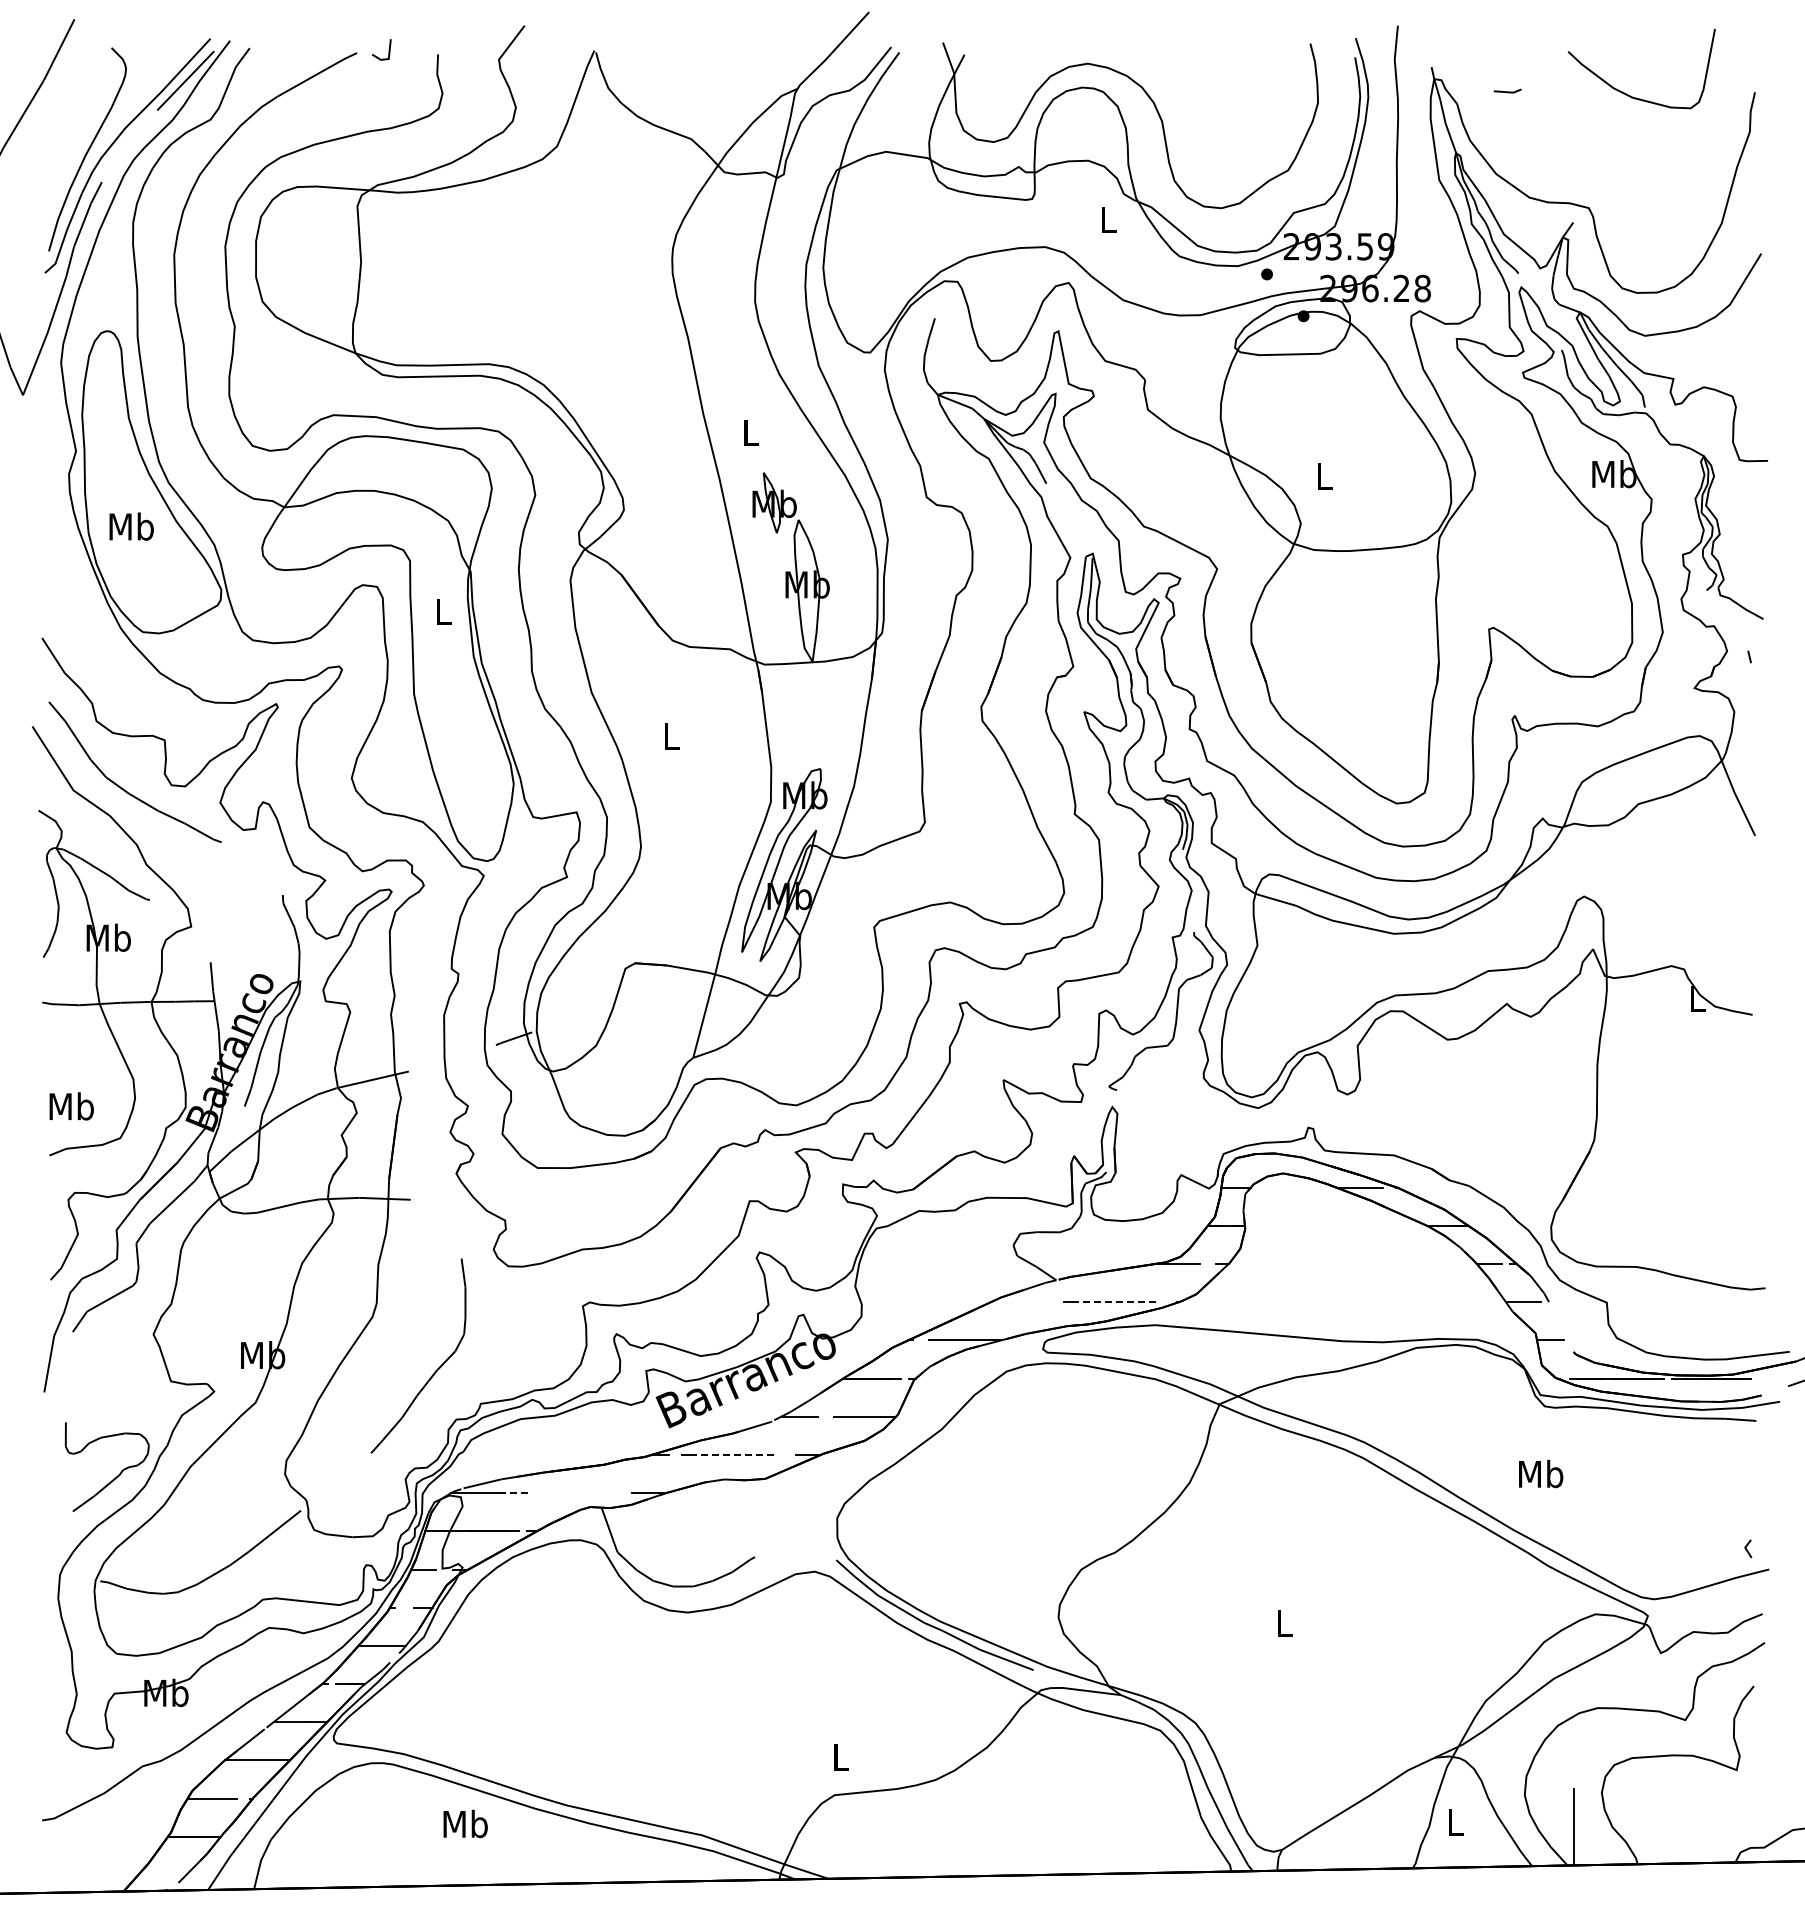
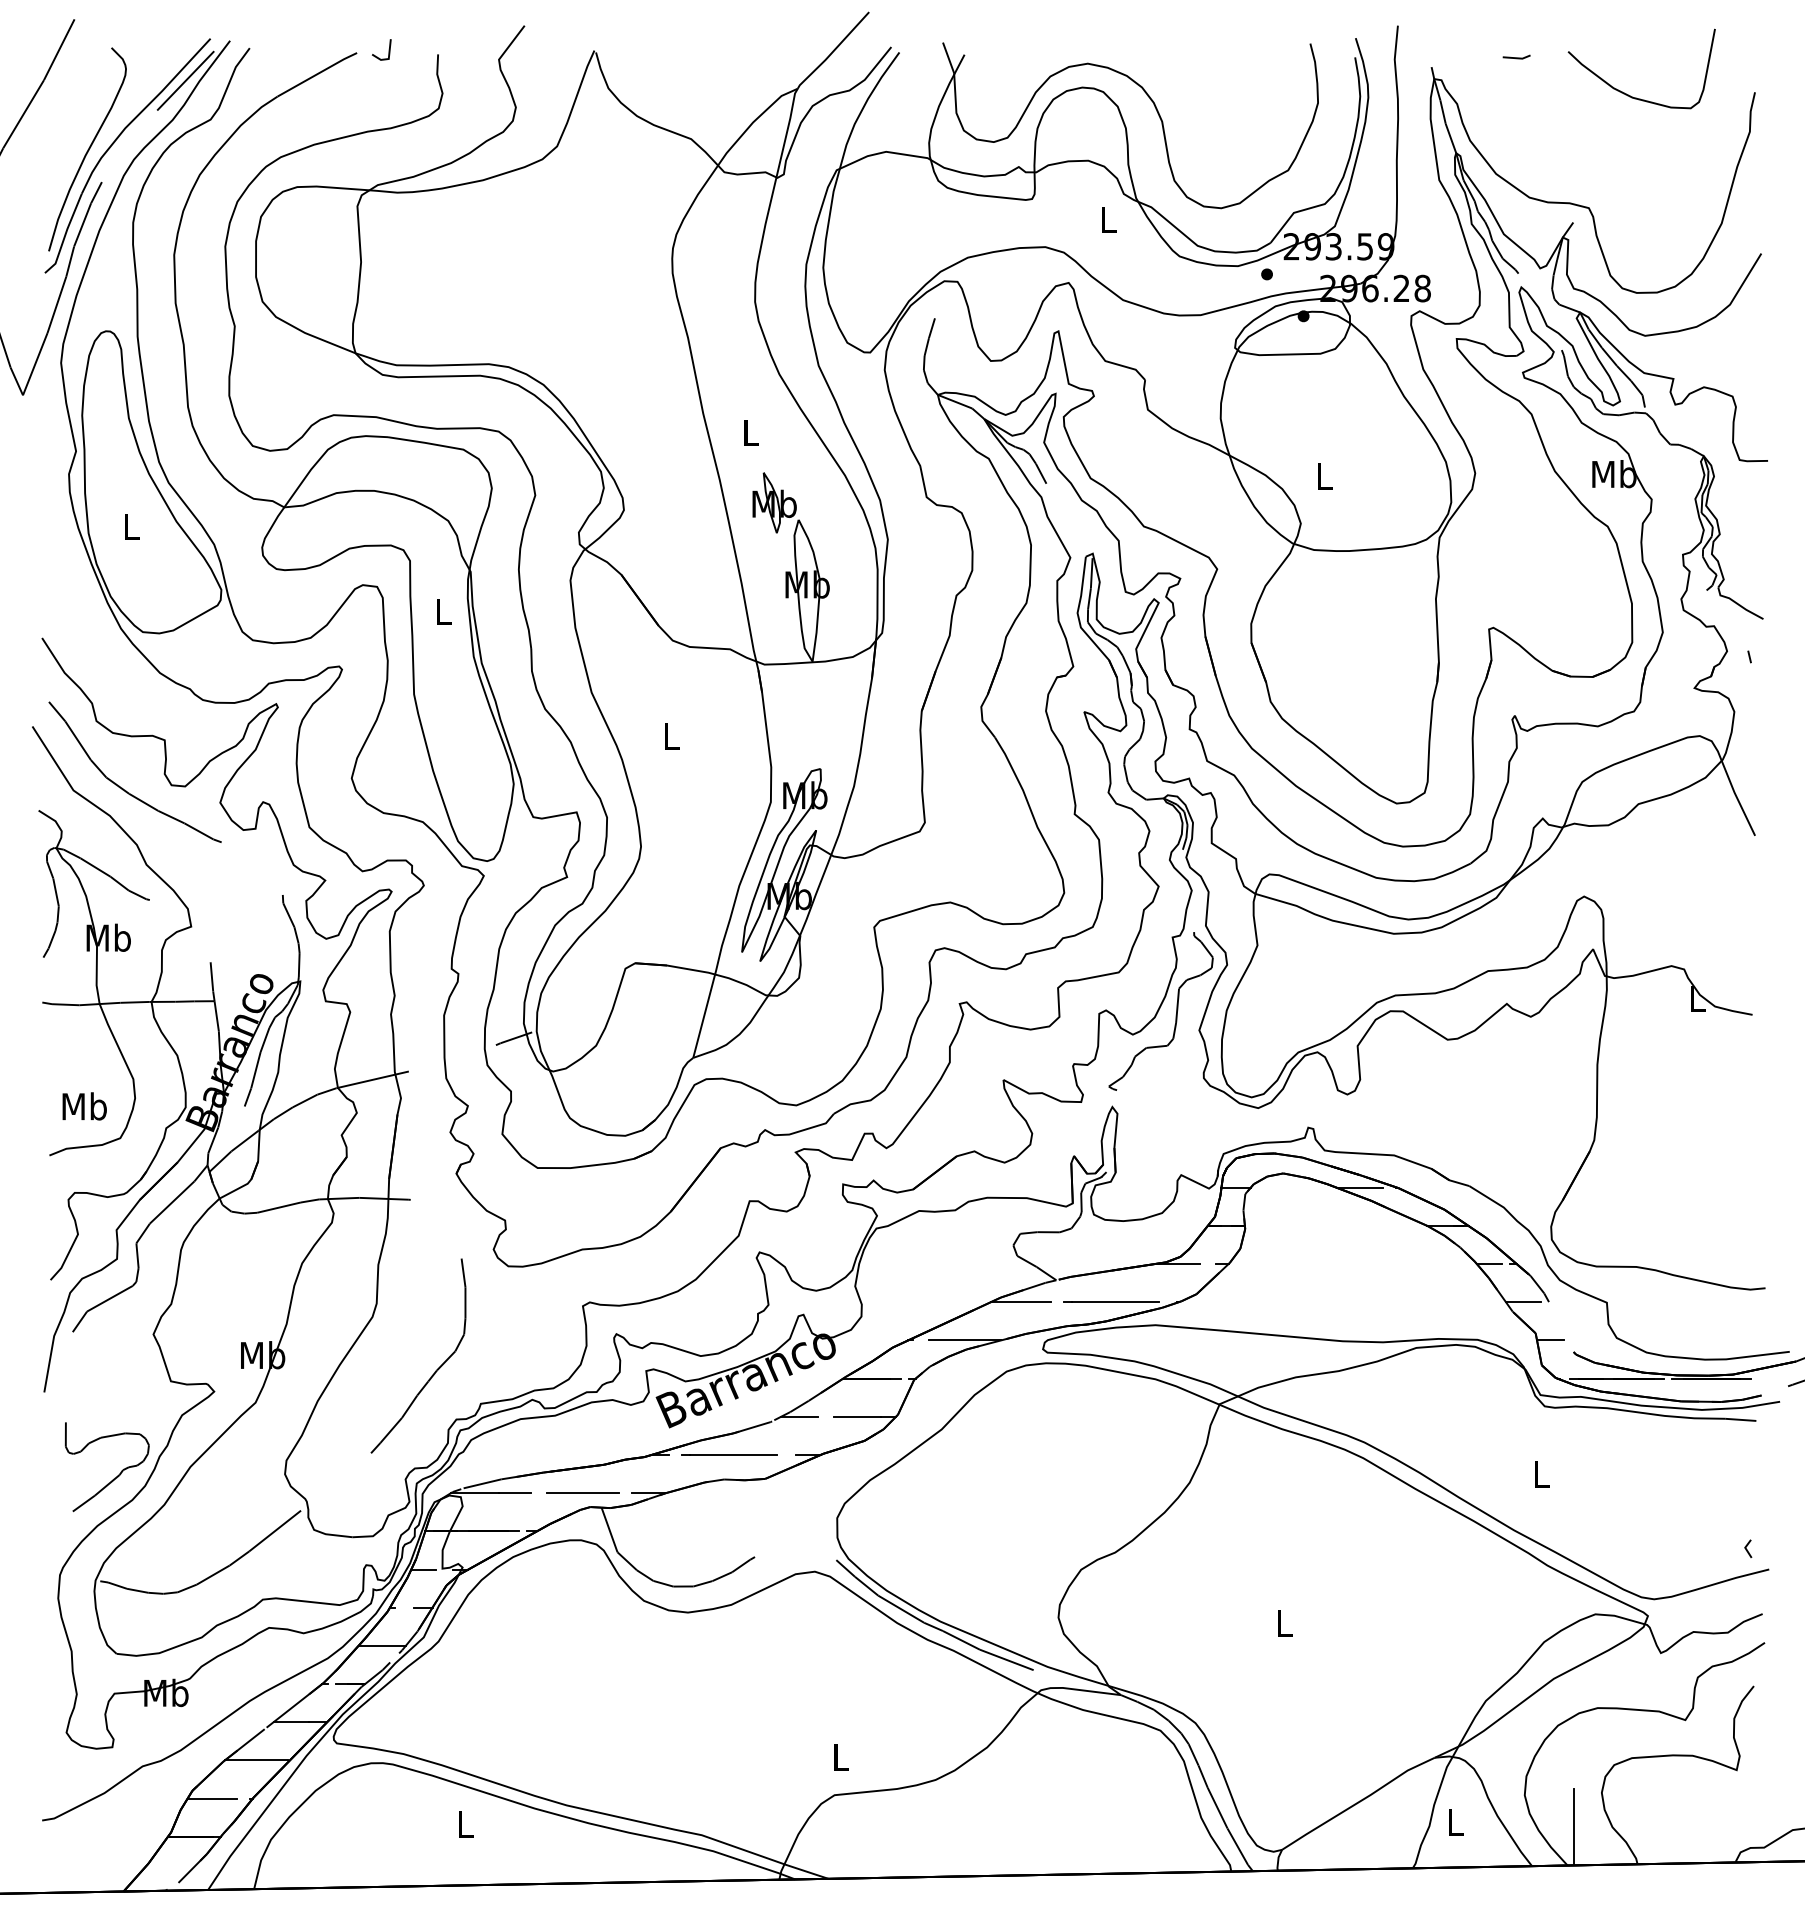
line at (1507, 91) position: (1507, 91) -> (1516, 57)
text at (131, 526): Mb -> L
text at (71, 1106) position: (71, 1106) -> (84, 1106)
line at (1020, 1302): none -> present
line at (1115, 1302): dashed -> solid
line at (734, 1454): dashed -> solid
text at (1541, 1473): Mb -> L
line at (515, 1493): dashed -> solid
line at (582, 1493): none -> present
text at (465, 1823): Mb -> L
